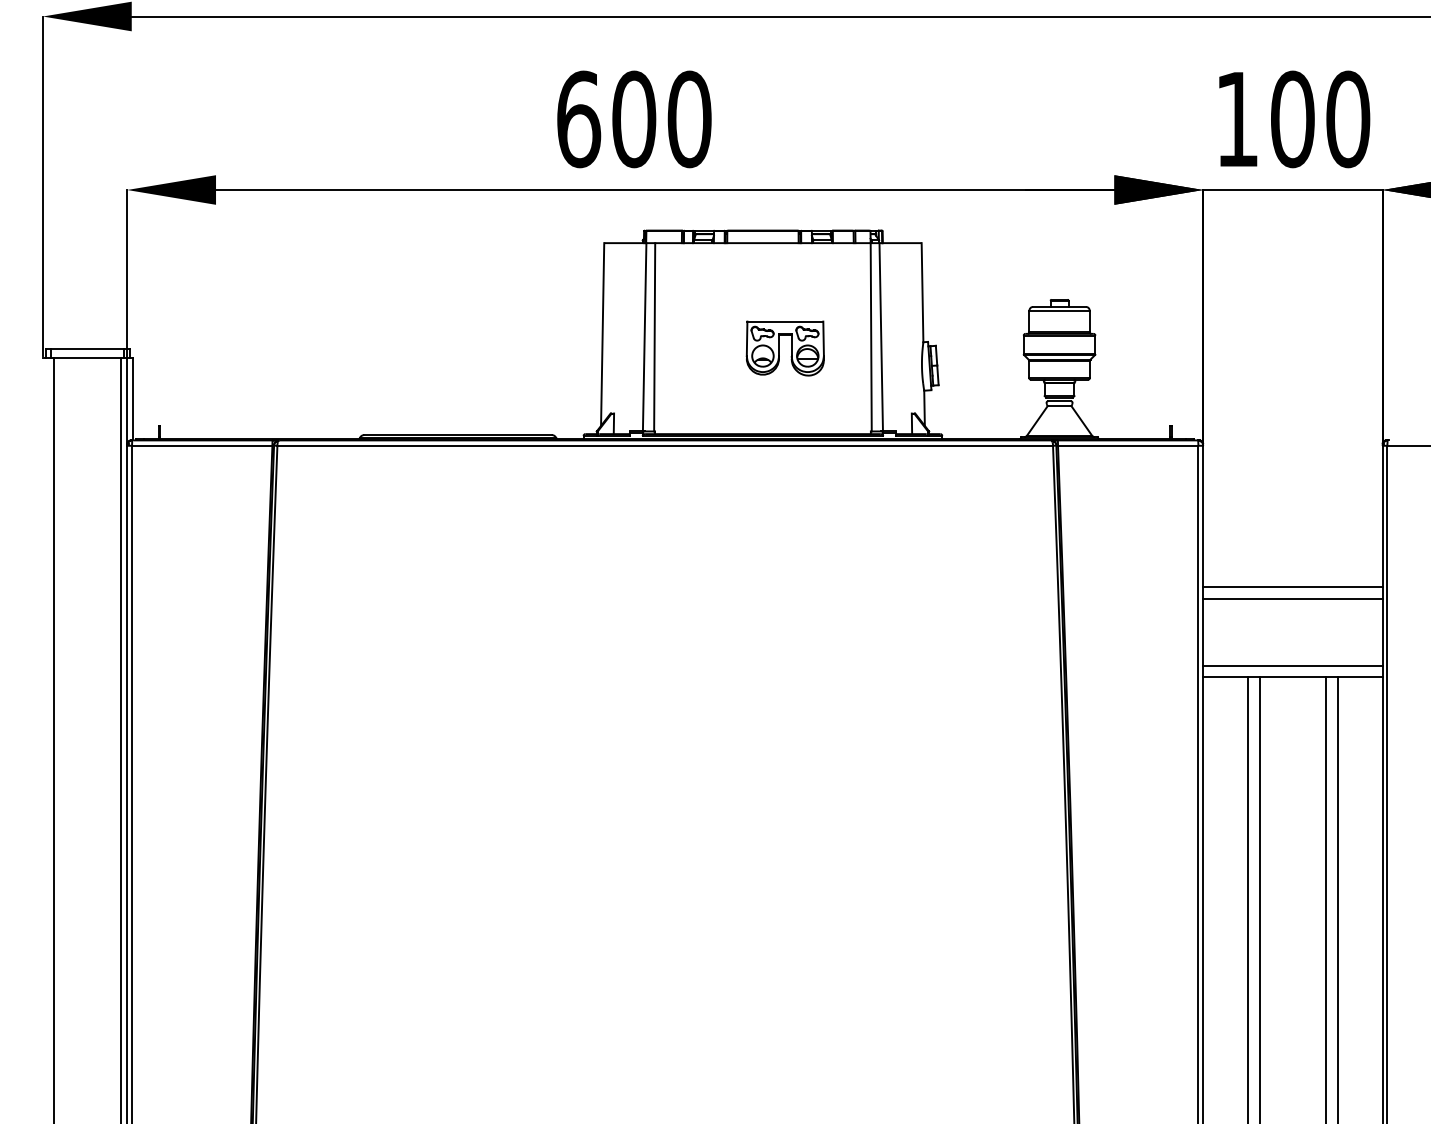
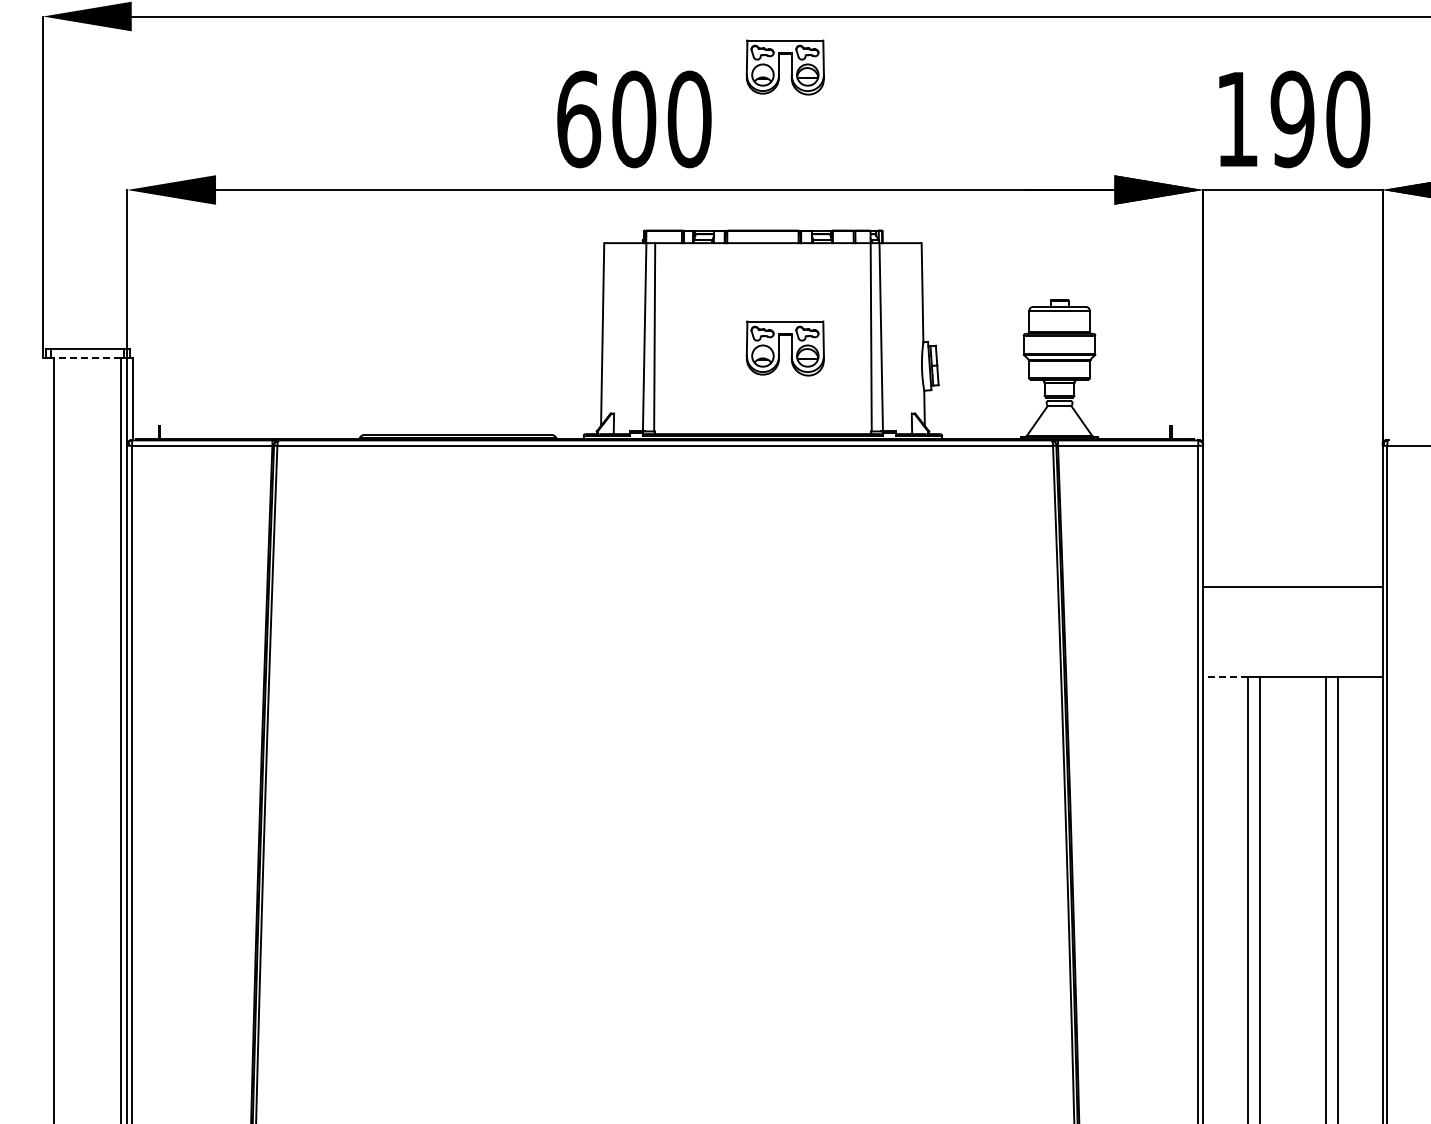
part at (784, 67): none -> present
text at (1292, 119): 100 -> 190
line at (87, 357): solid -> dashed
line at (1292, 598): present -> none
line at (1292, 665): present -> none
line at (1225, 677): solid -> dashed
